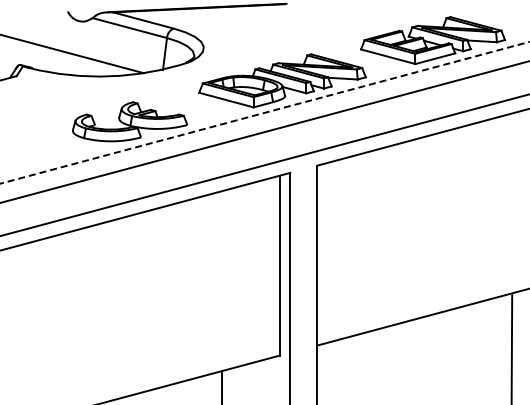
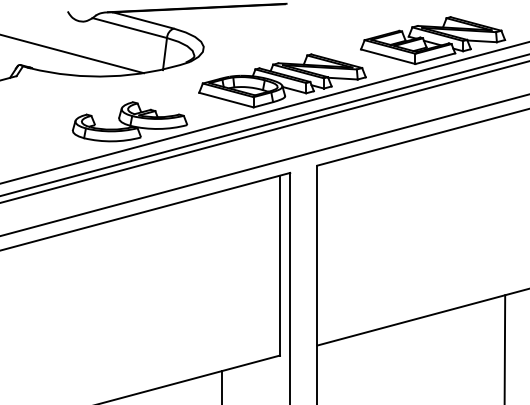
line at (265, 112): dashed -> solid
line at (264, 125): none -> present
line at (511, 348) position: (511, 348) -> (504, 348)
